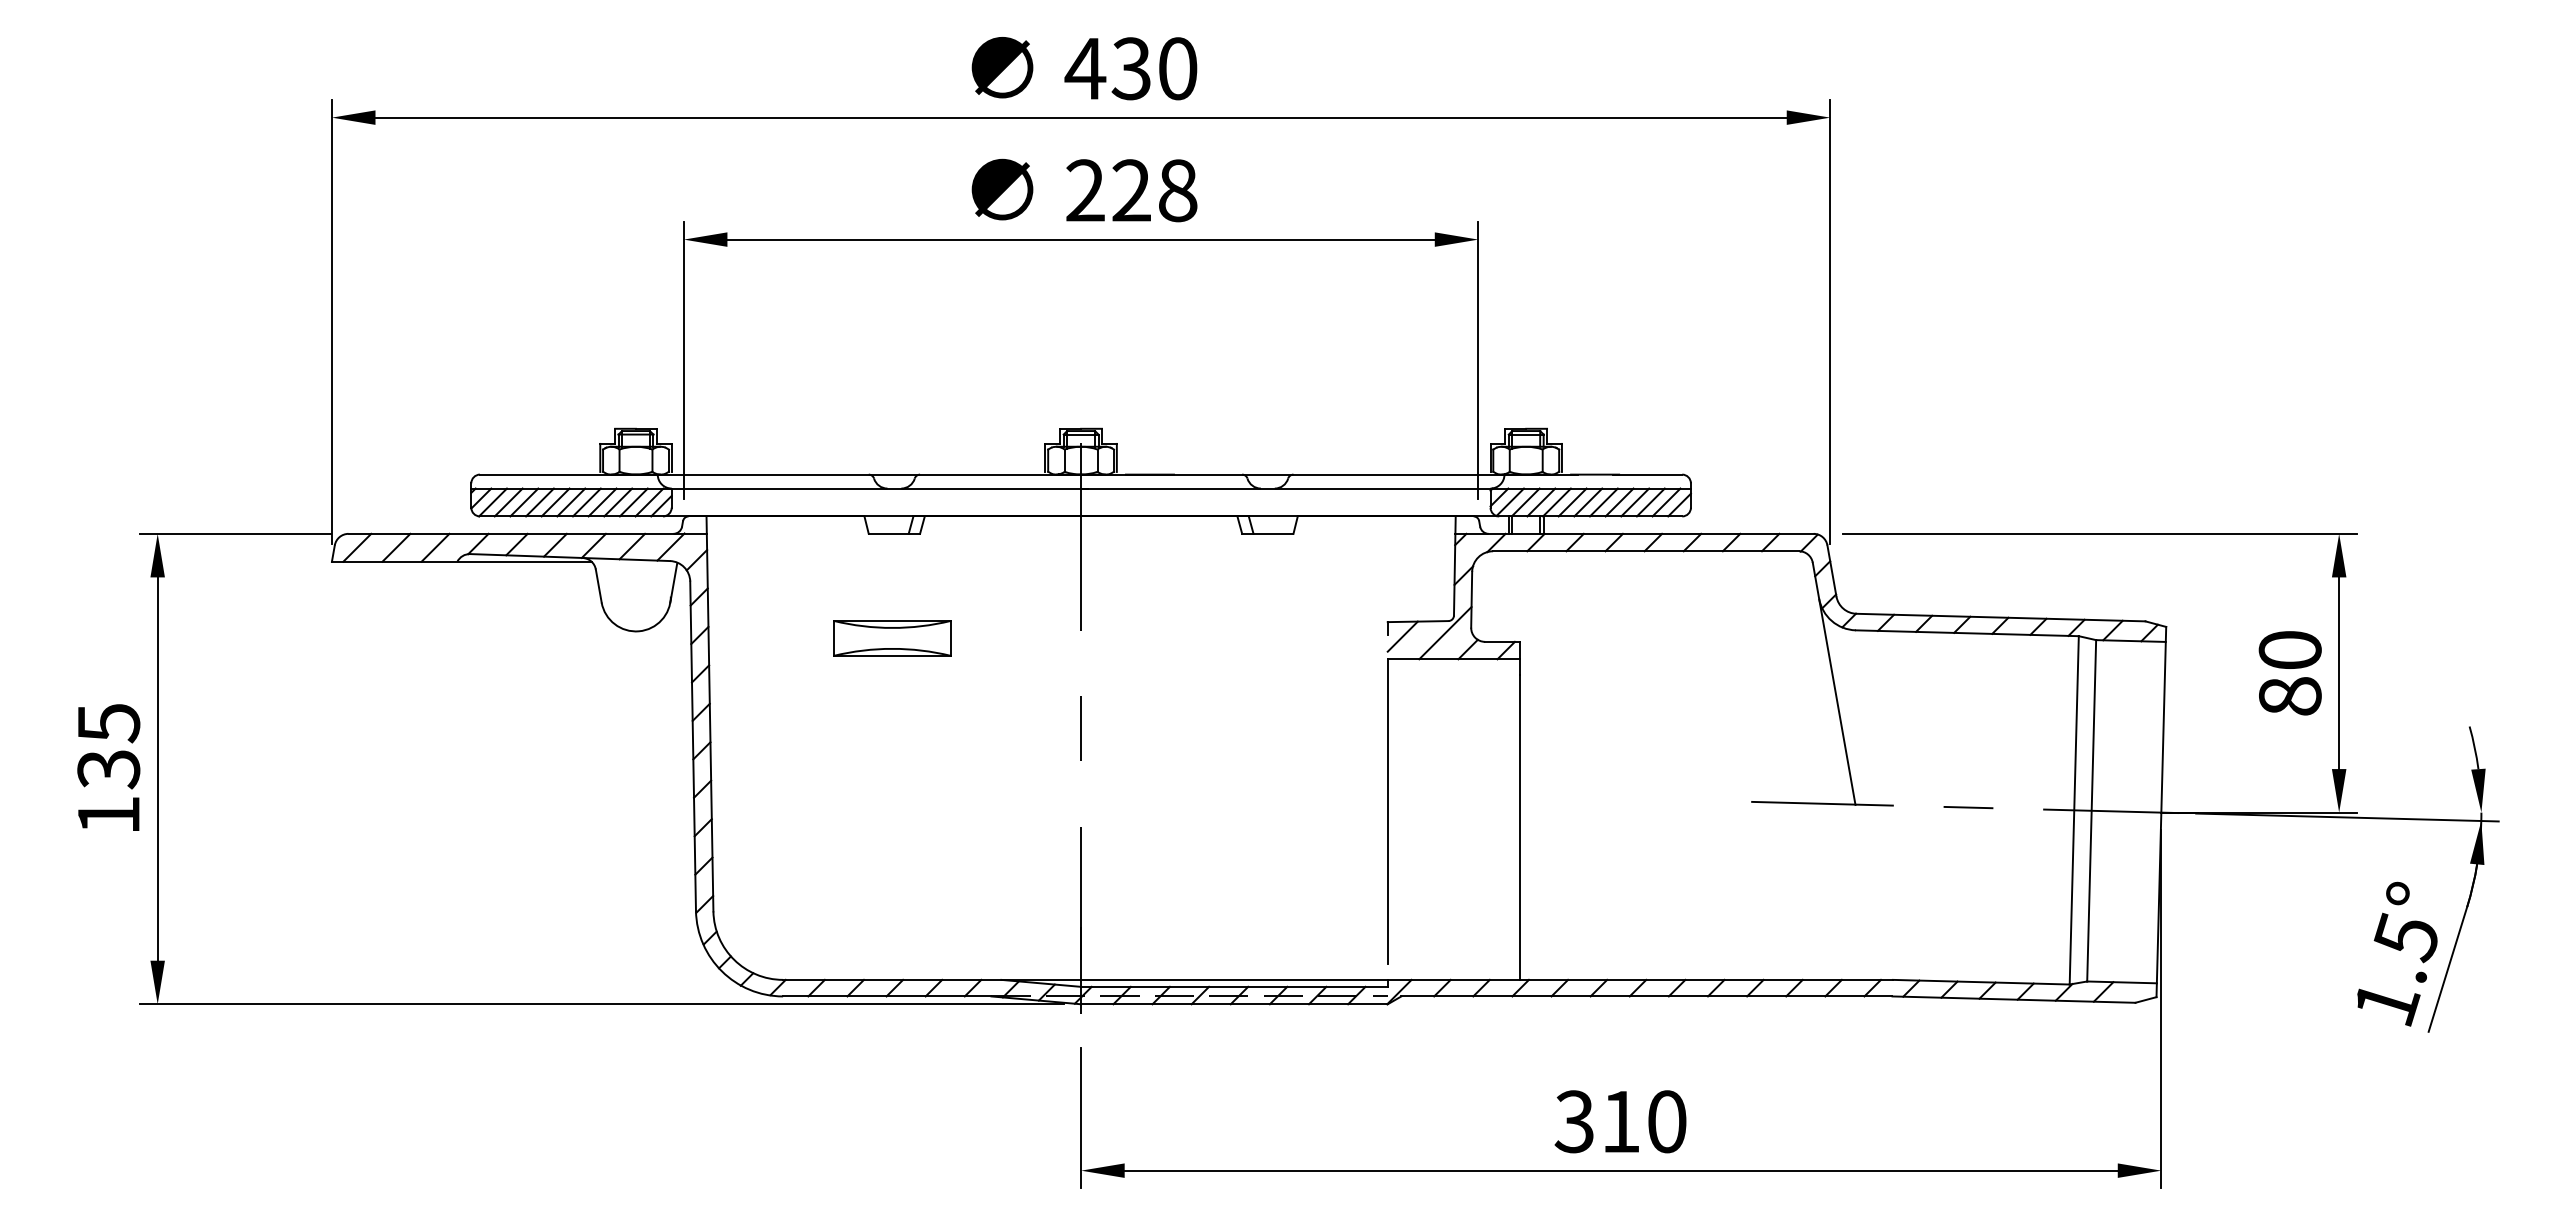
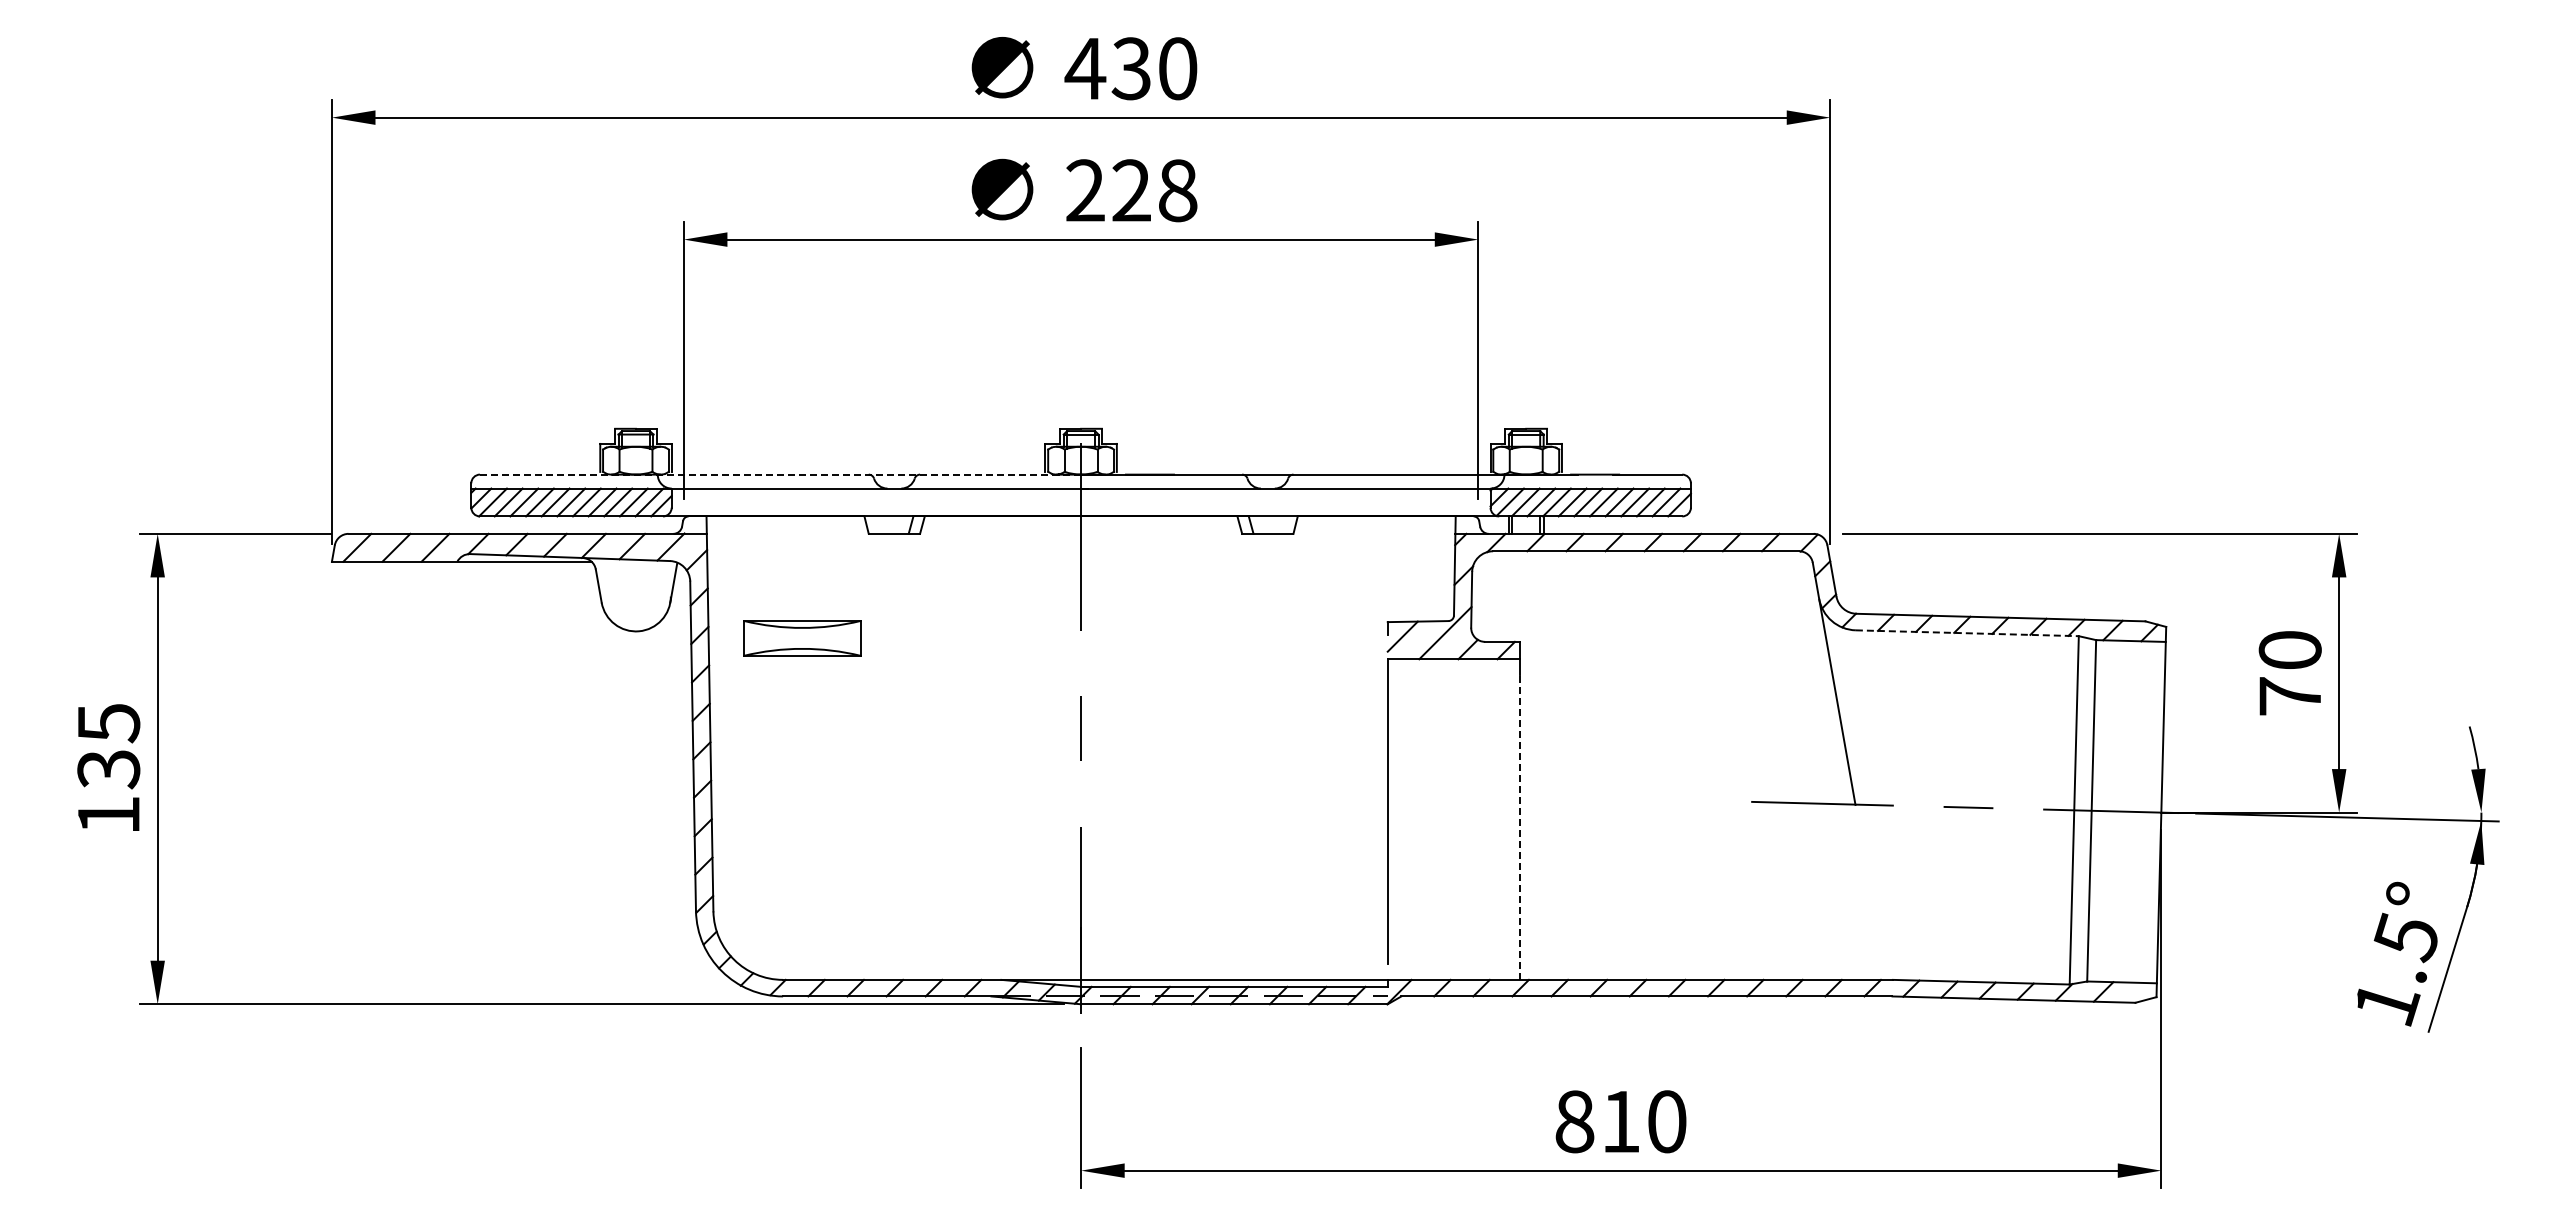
line at (780, 474): solid -> dashed
line at (1967, 633): solid -> dashed
part at (892, 638) position: (892, 638) -> (802, 638)
text at (2290, 696): 80 -> 70
line at (1520, 826): solid -> dashed
text at (1574, 1121): 310 -> 810
